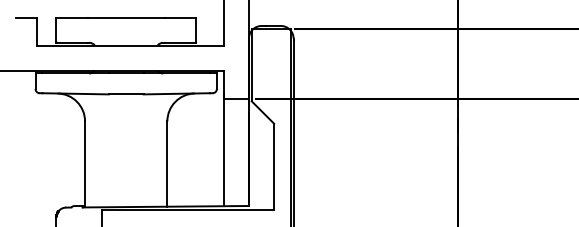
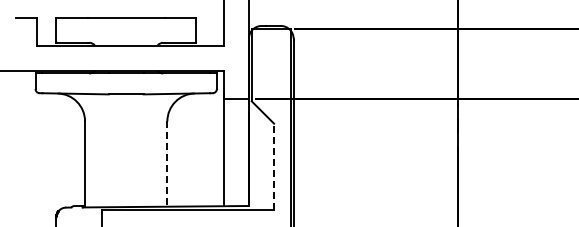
line at (167, 164): solid -> dashed
line at (274, 166): solid -> dashed
